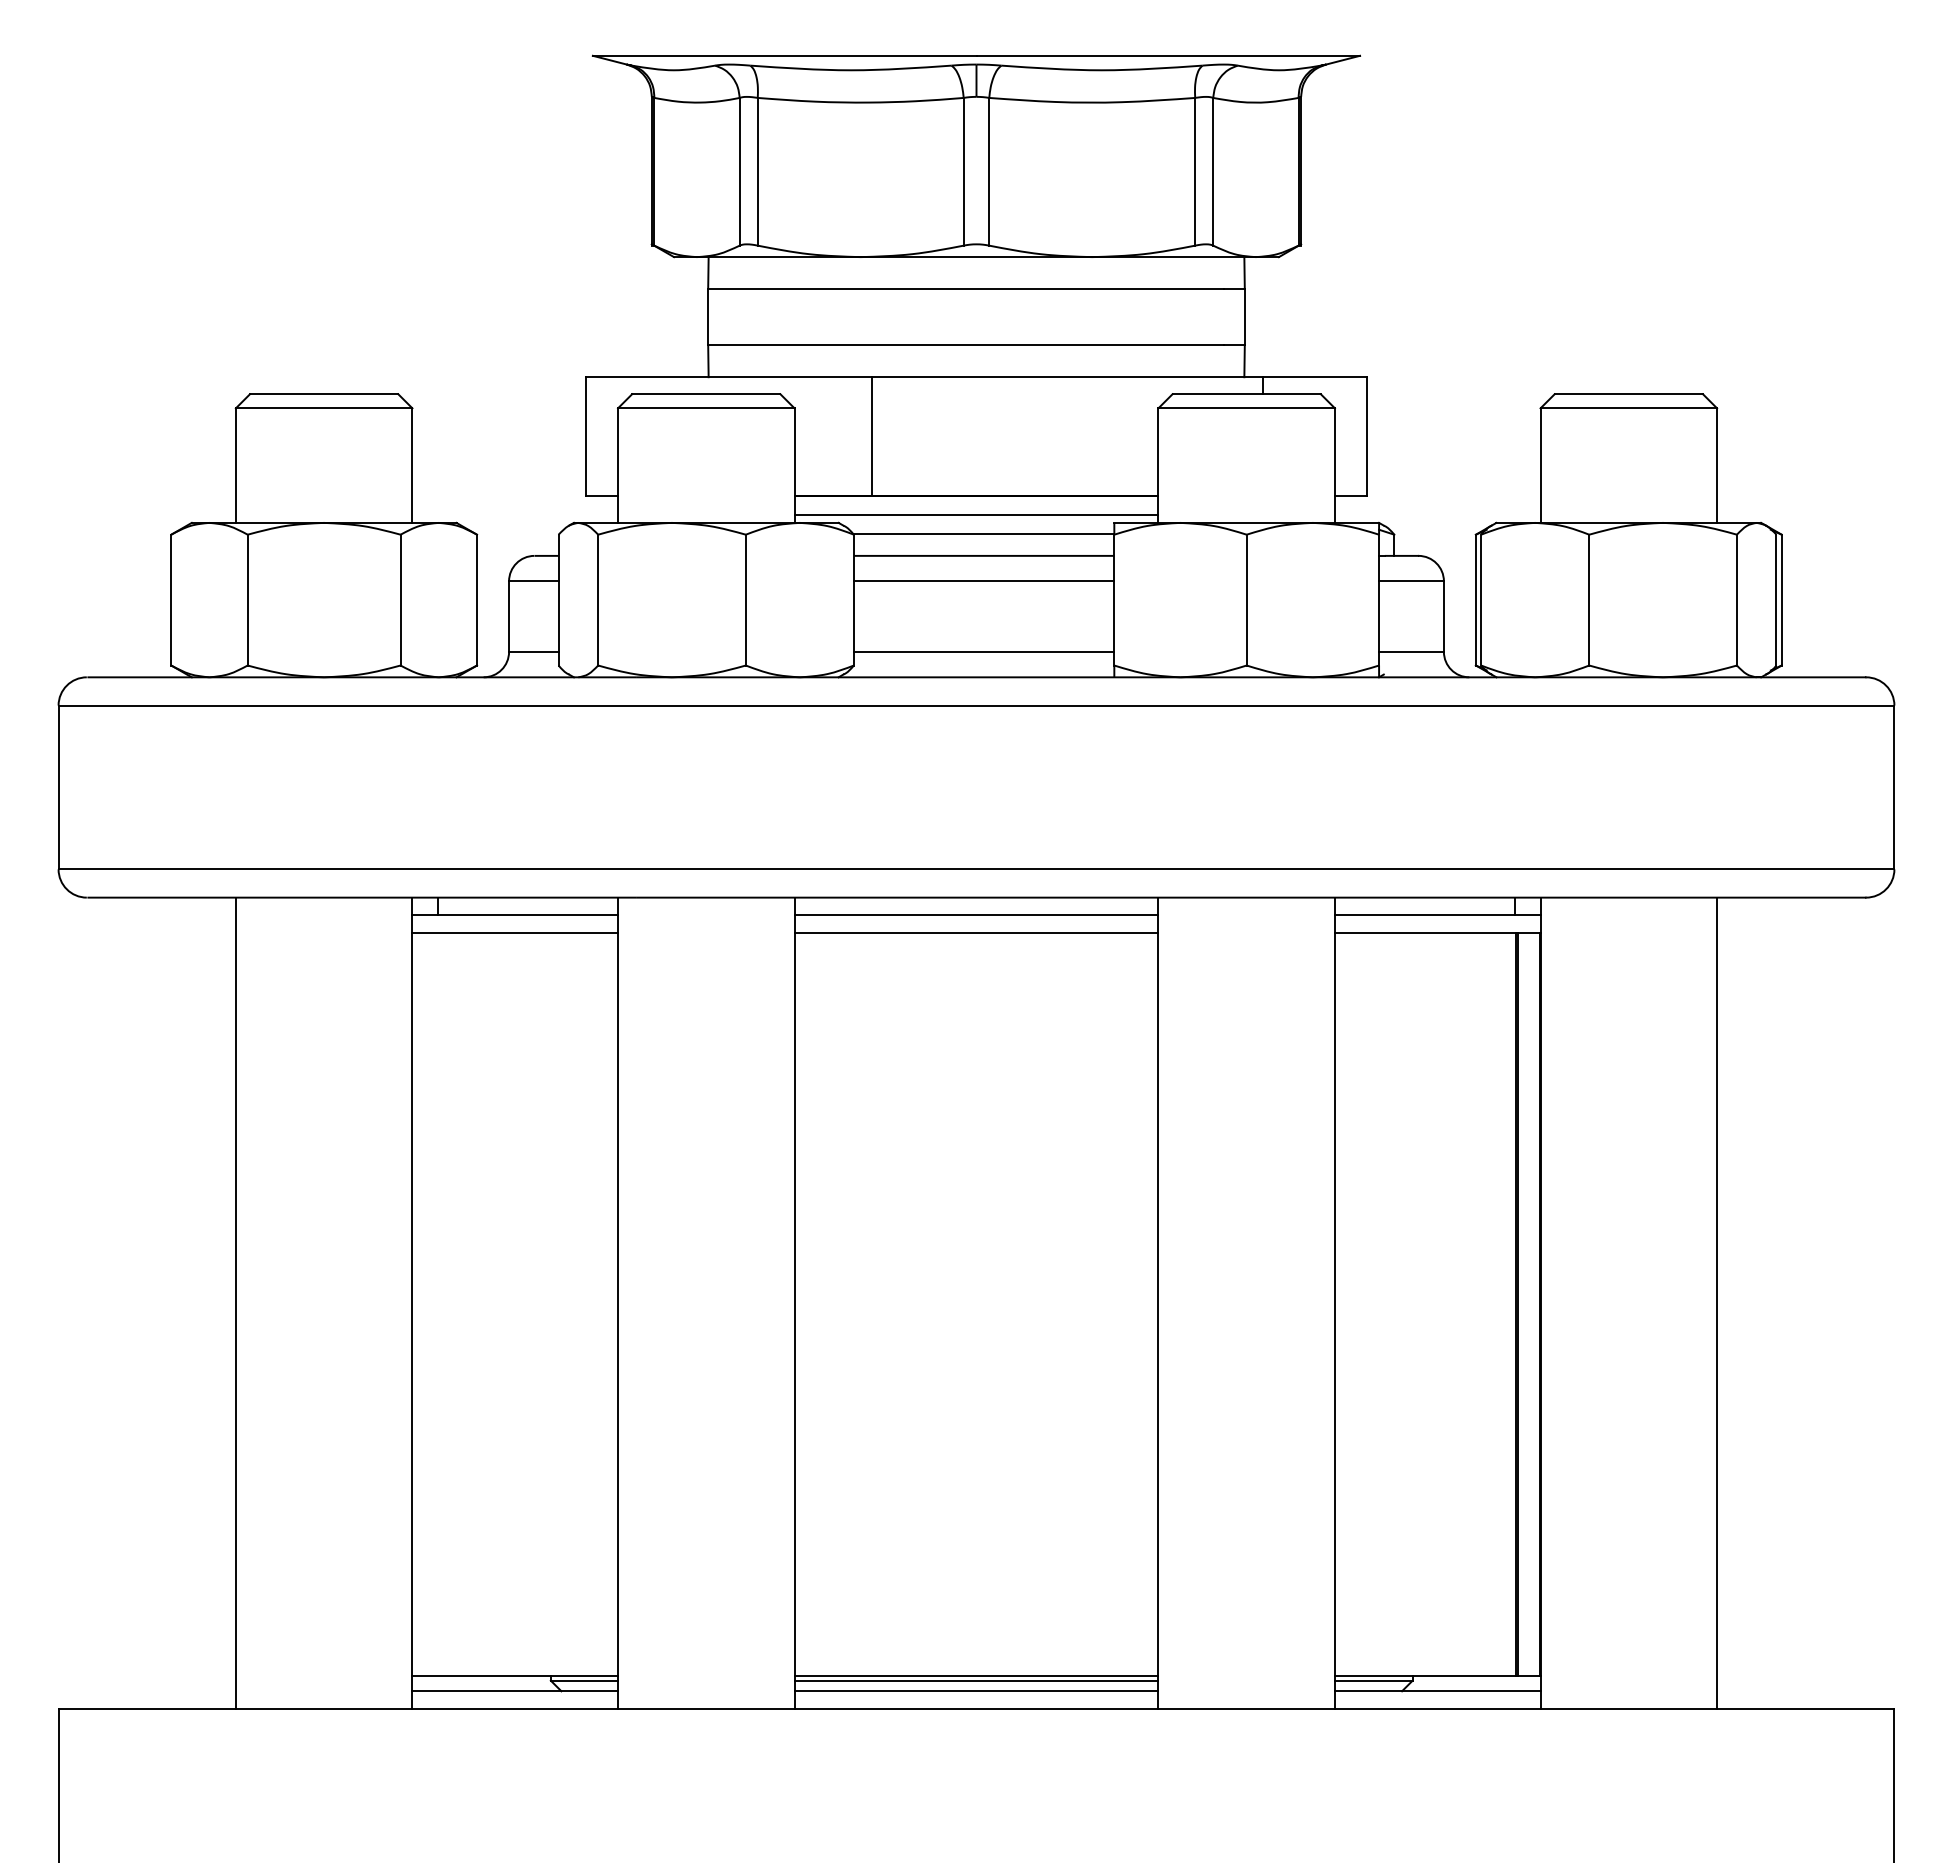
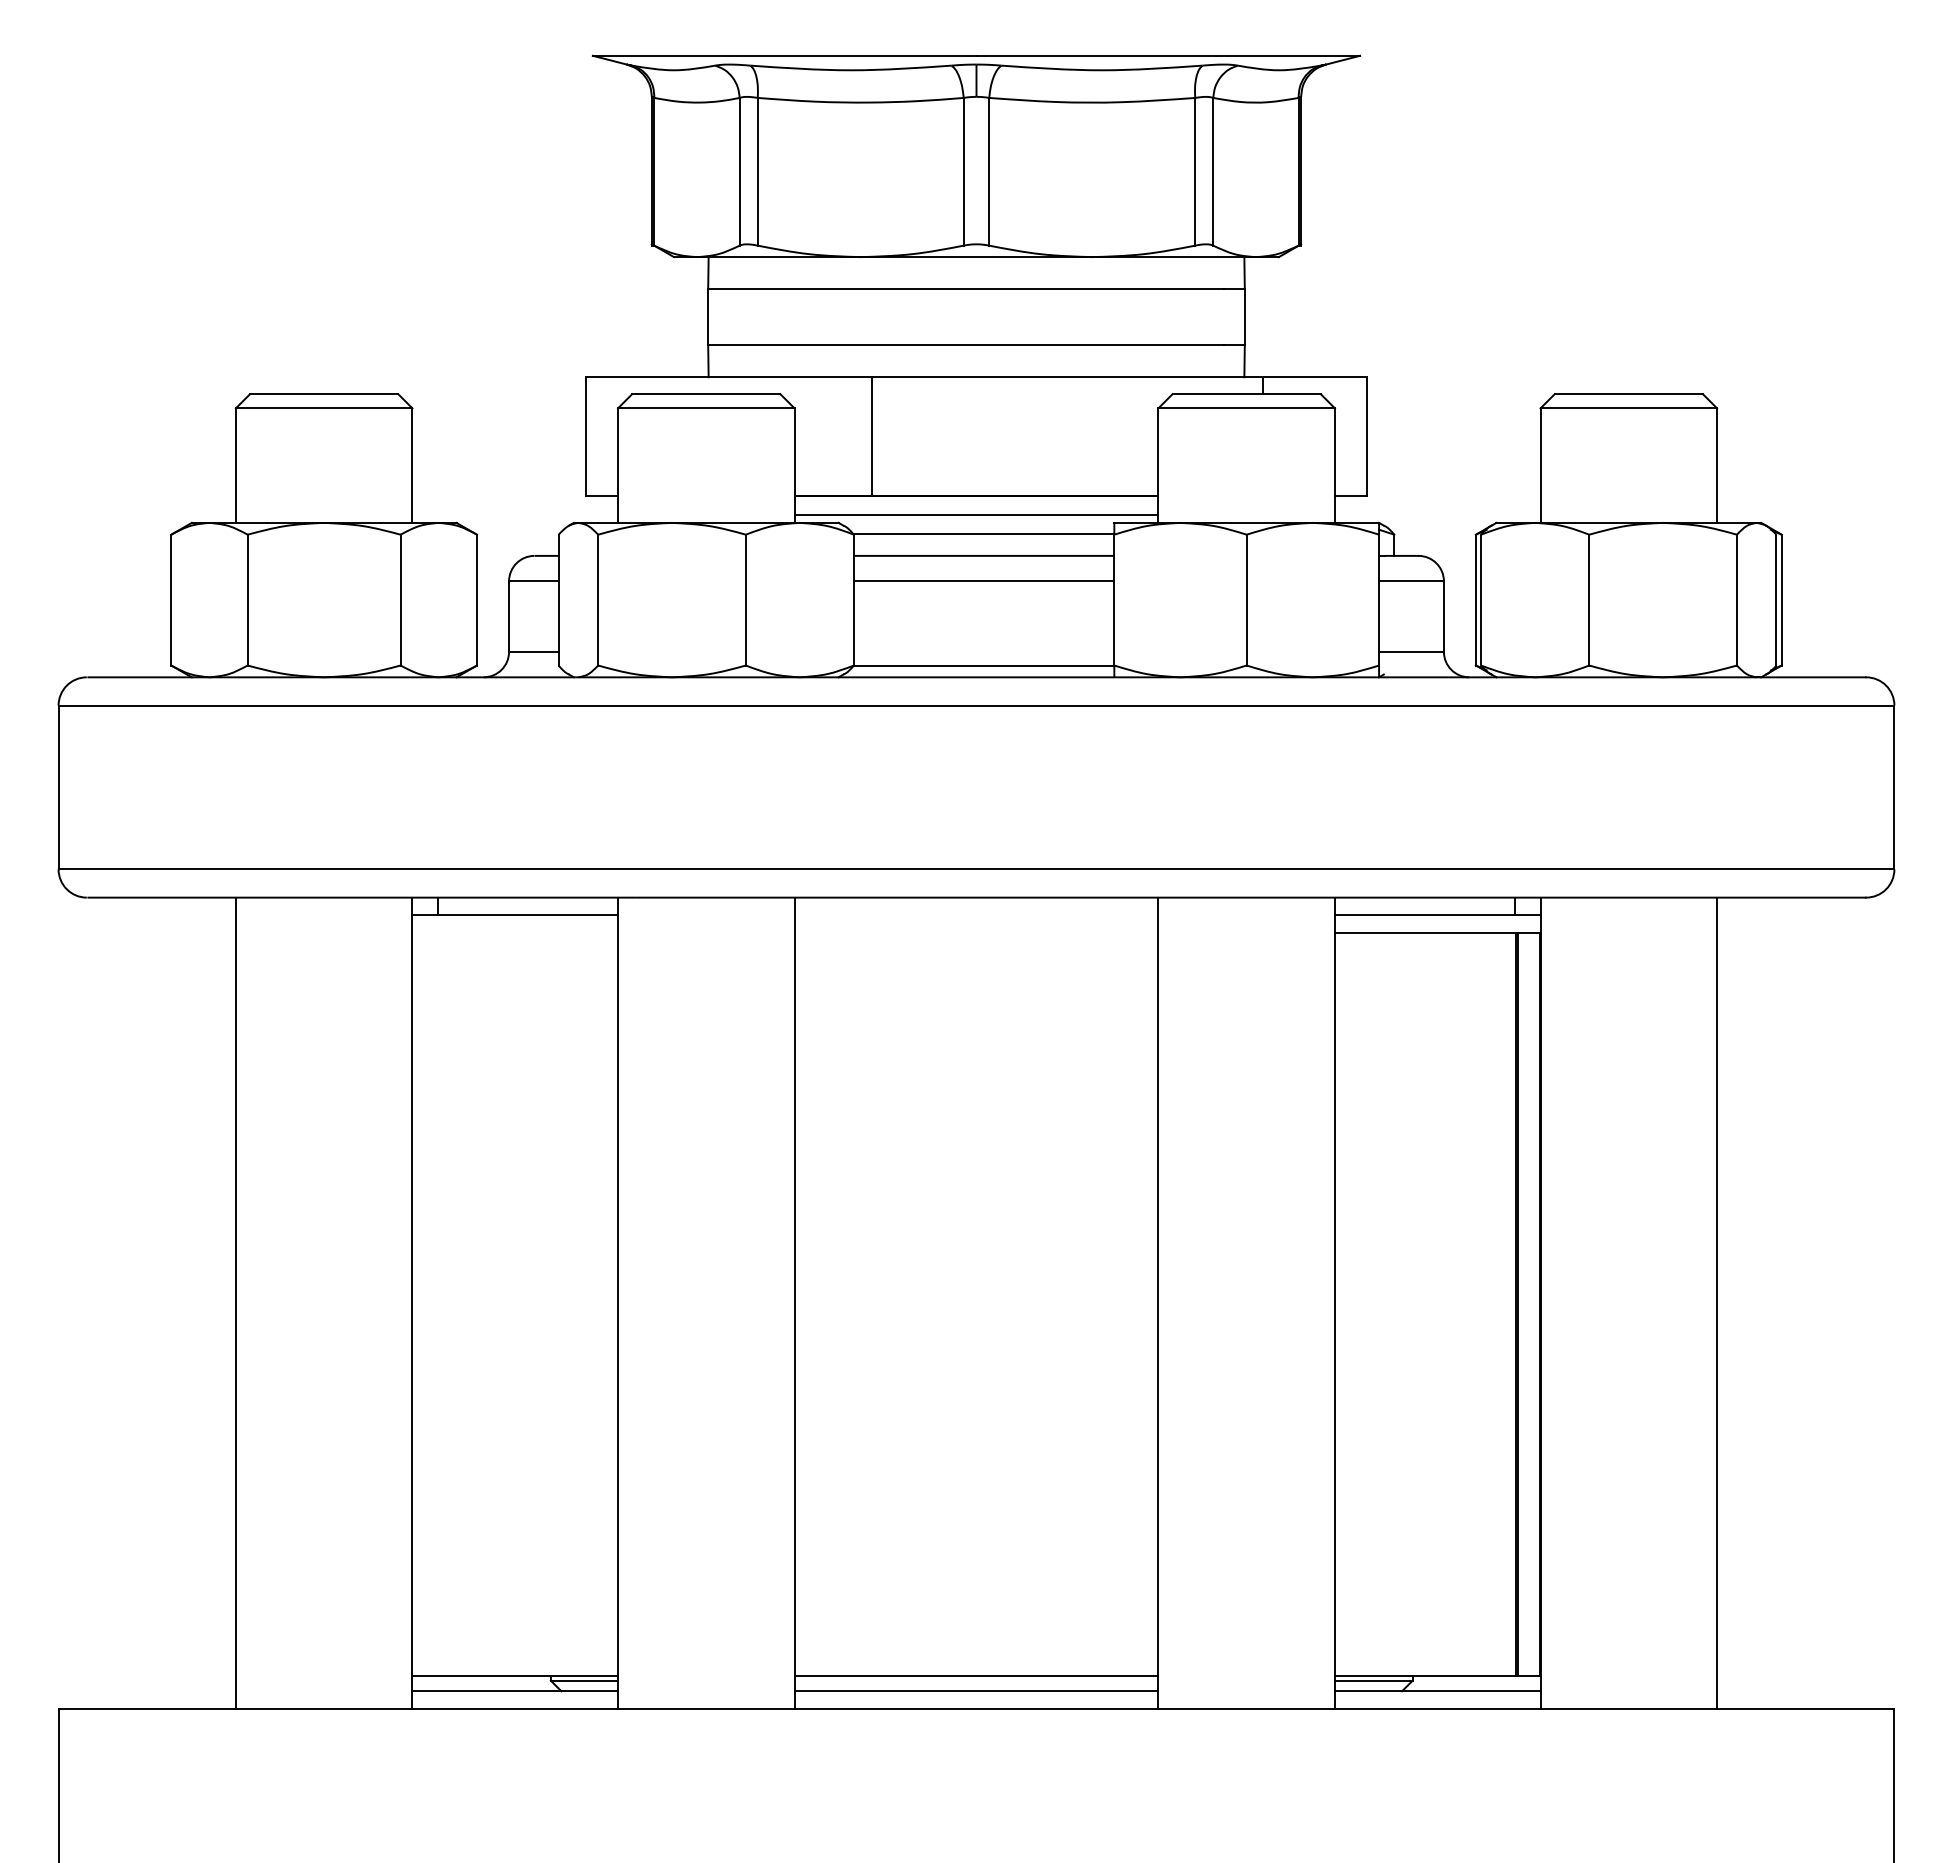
line at (983, 651) position: (983, 651) -> (983, 665)
line at (976, 915): present -> none
line at (515, 932): present -> none
line at (976, 932): present -> none
line at (976, 1680): present -> none
